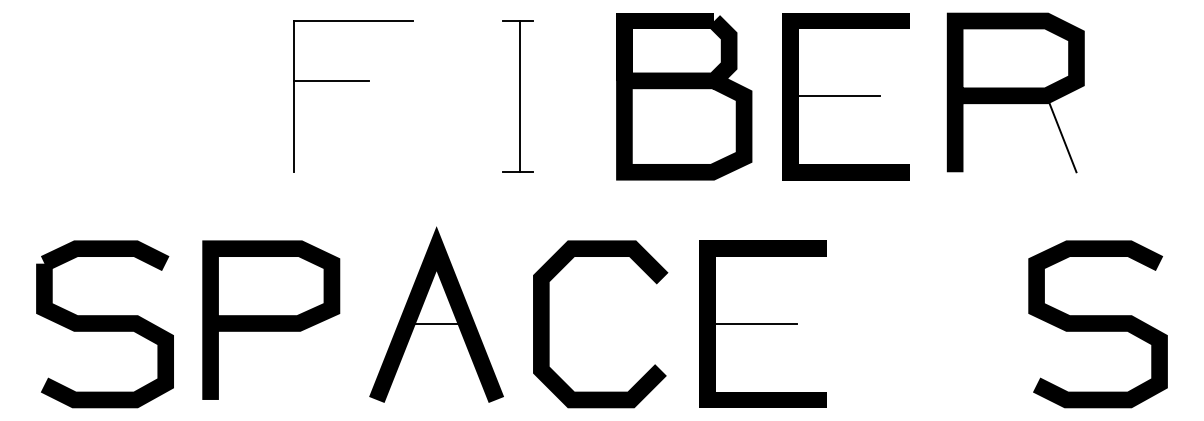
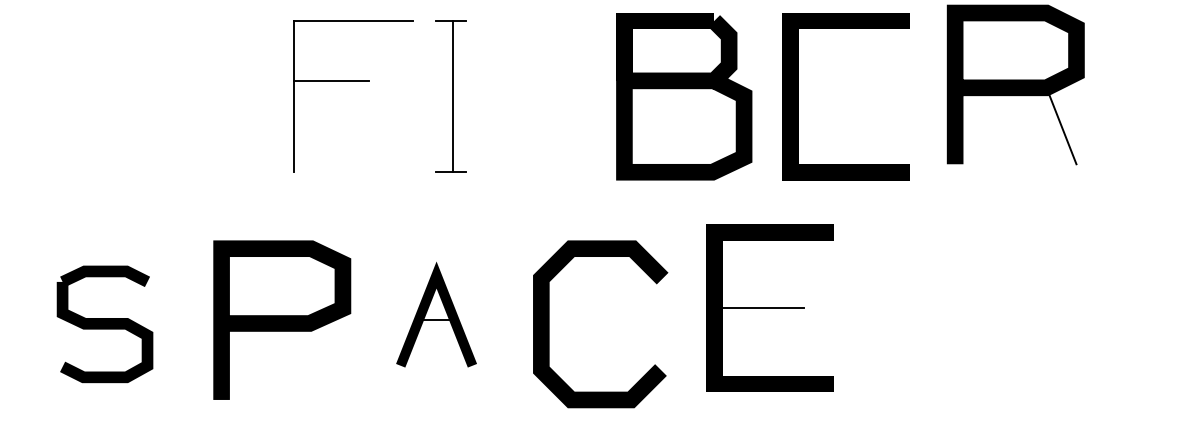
part at (1015, 92) position: (1015, 92) -> (1015, 84)
line at (835, 95): present -> none
part at (517, 96) position: (517, 96) -> (450, 96)
part at (436, 314) size: 135x177 px -> 81x106 px
curve at (271, 319) position: (271, 319) -> (282, 319)
part at (762, 323) position: (762, 323) -> (769, 307)
part at (104, 324) size: 138x169 px -> 98x119 px
curve at (1097, 324): present -> none
